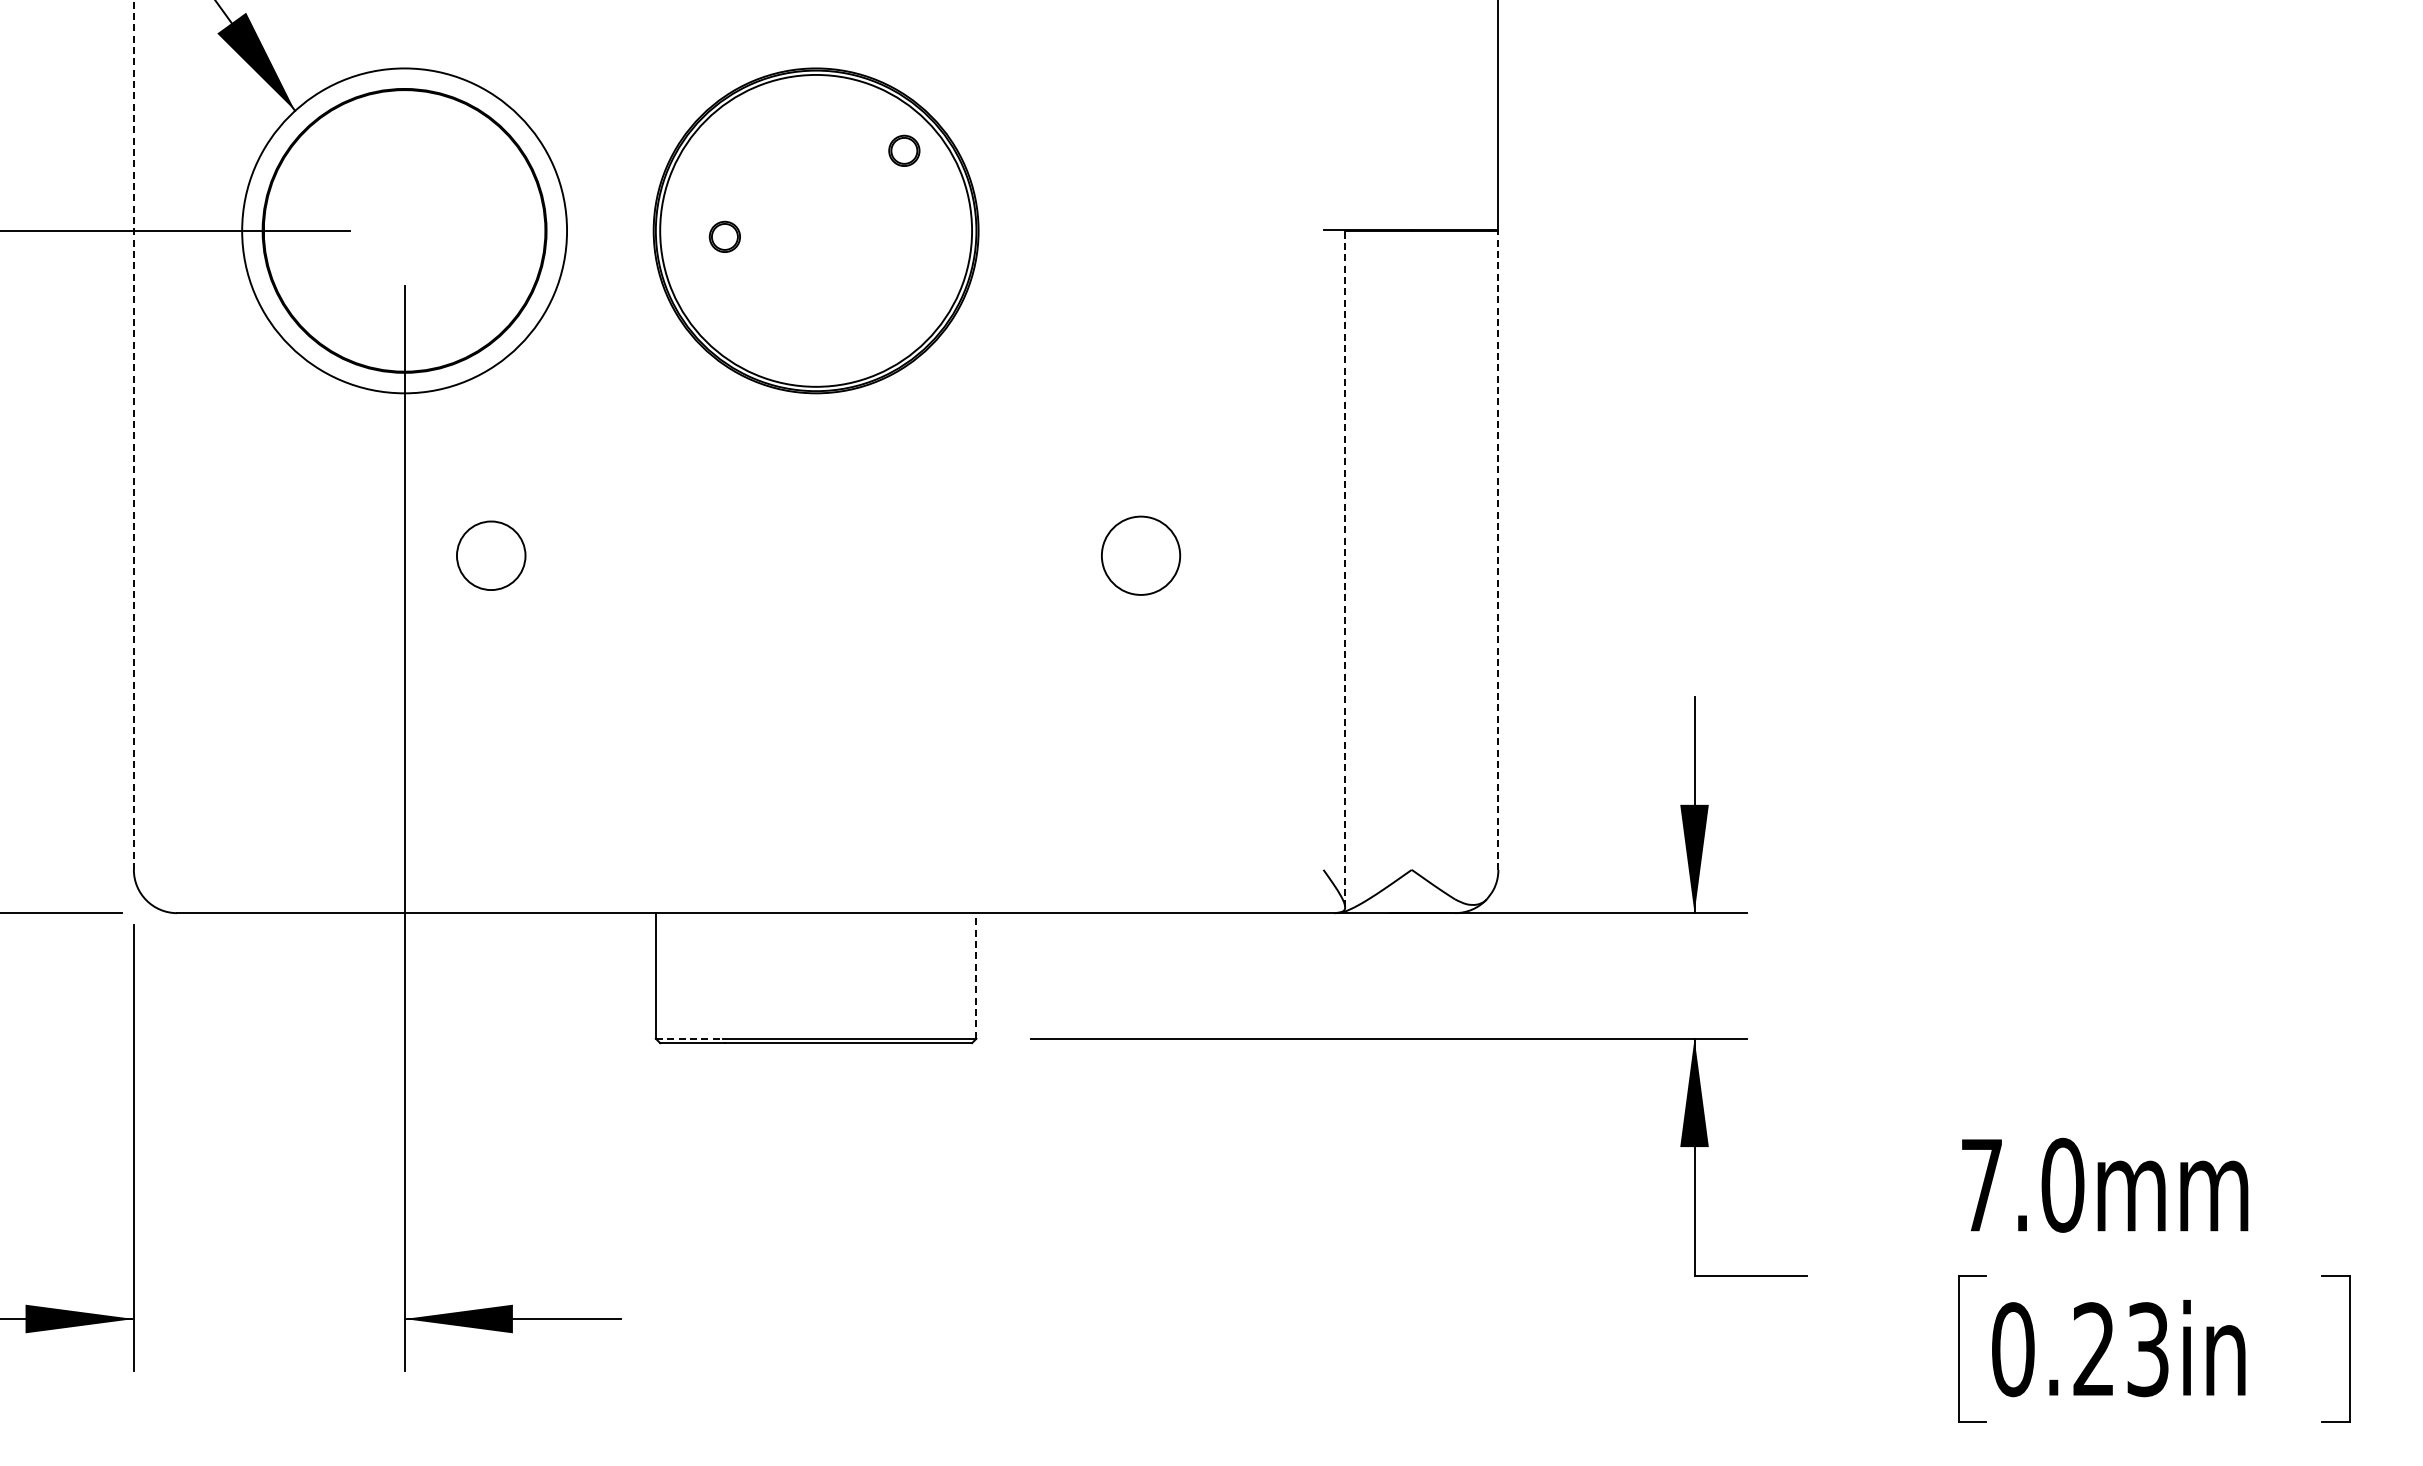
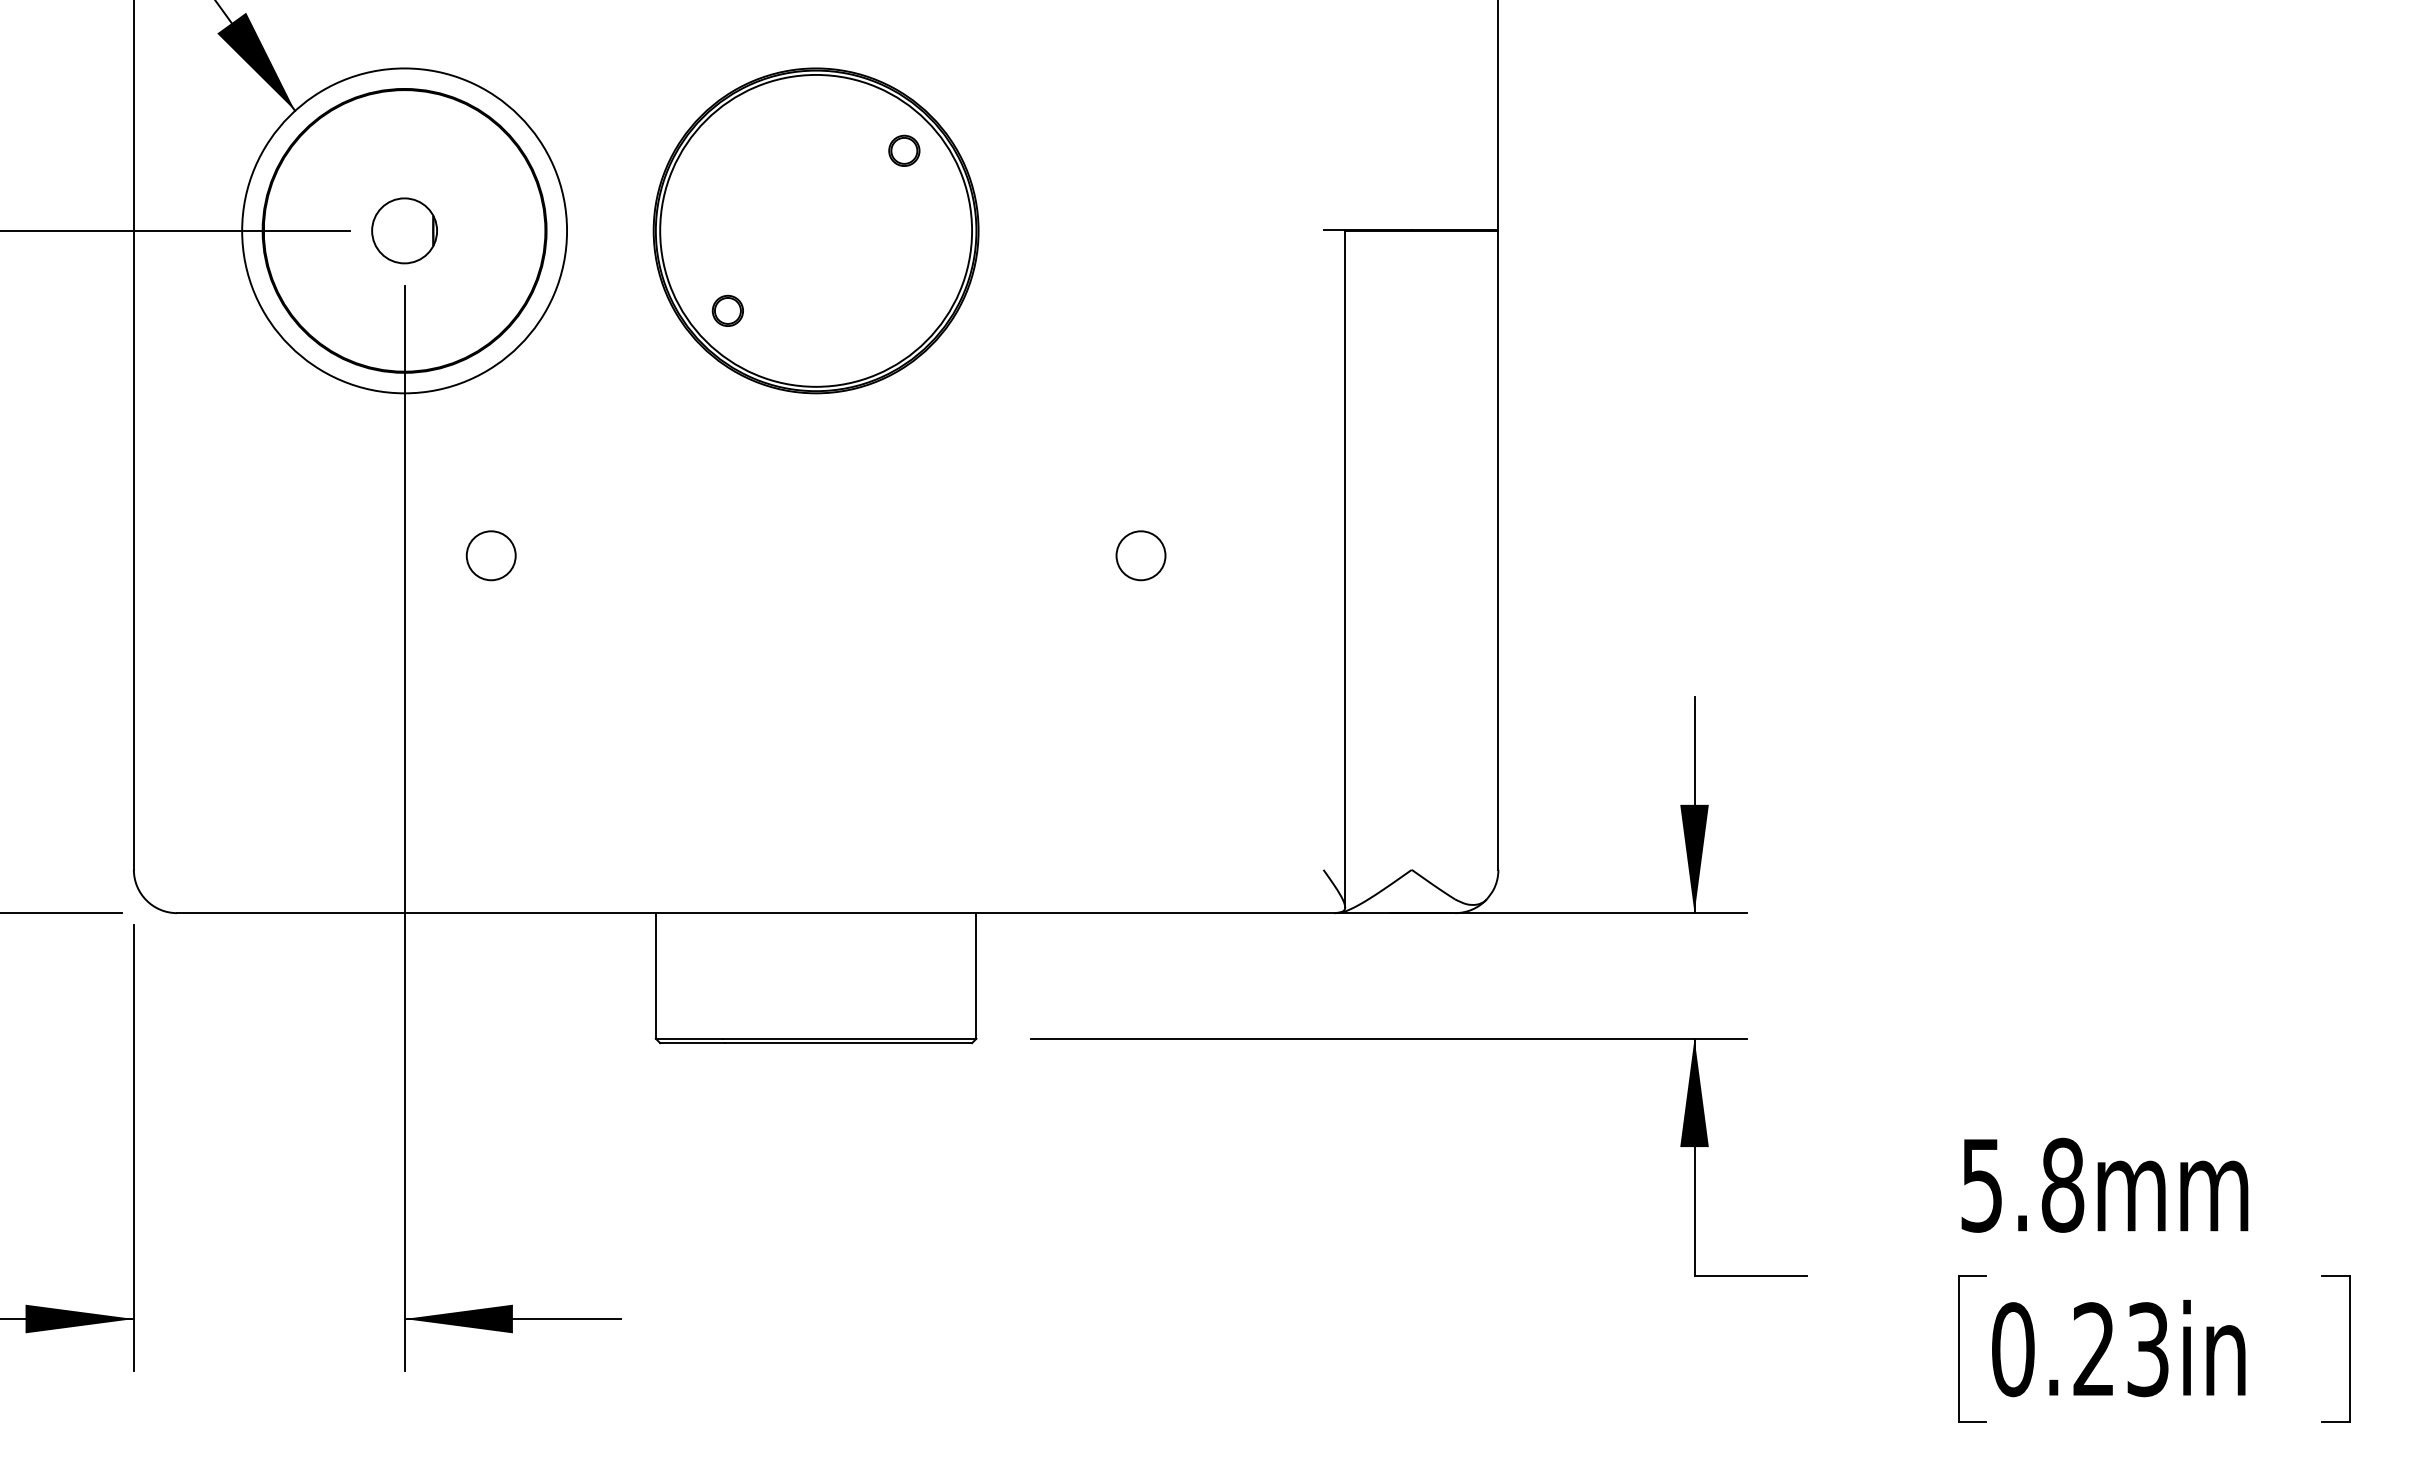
part at (404, 230): none -> present
part at (724, 236) position: (724, 236) -> (727, 310)
line at (133, 434): dashed -> solid
line at (1498, 550): dashed -> solid
circle at (490, 555) diameter: 69 px -> 49 px
circle at (1140, 555) diameter: 78 px -> 49 px
line at (1345, 568): dashed -> solid
line at (976, 975): dashed -> solid
line at (689, 1038): dashed -> solid
text at (2022, 1185): 7.0mm -> 5.8mm
